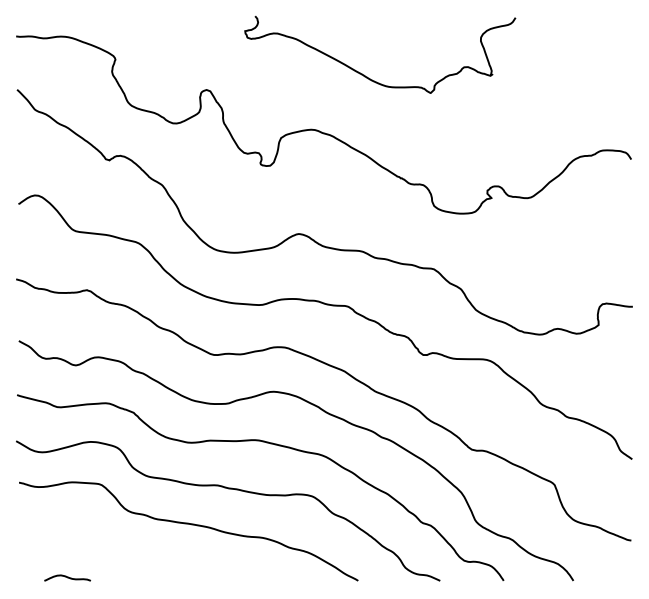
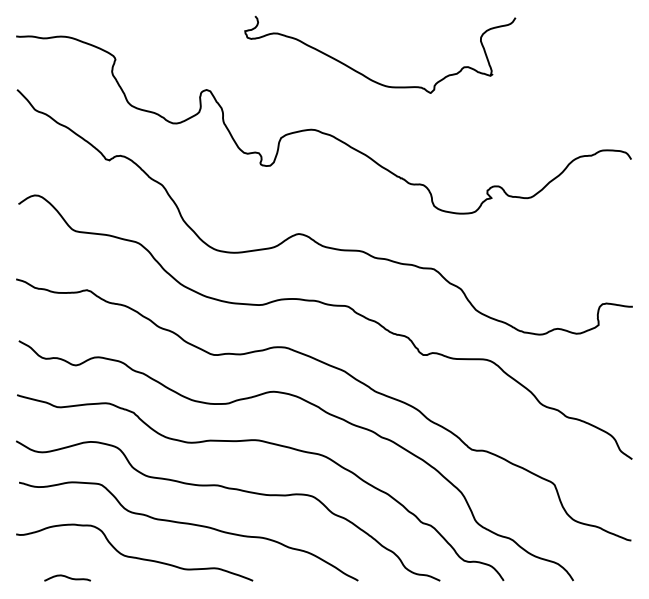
curve at (134, 556): none -> present
